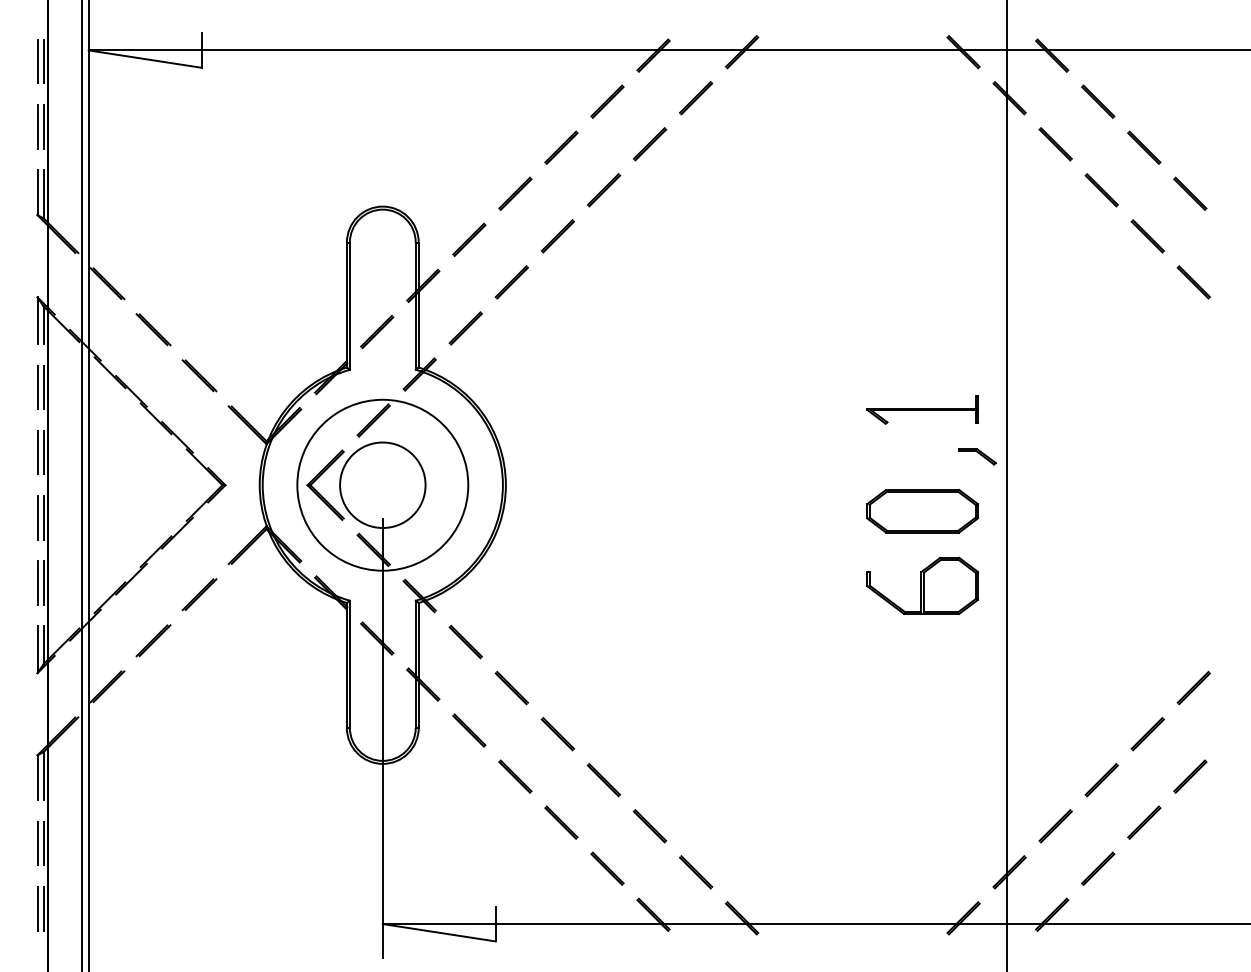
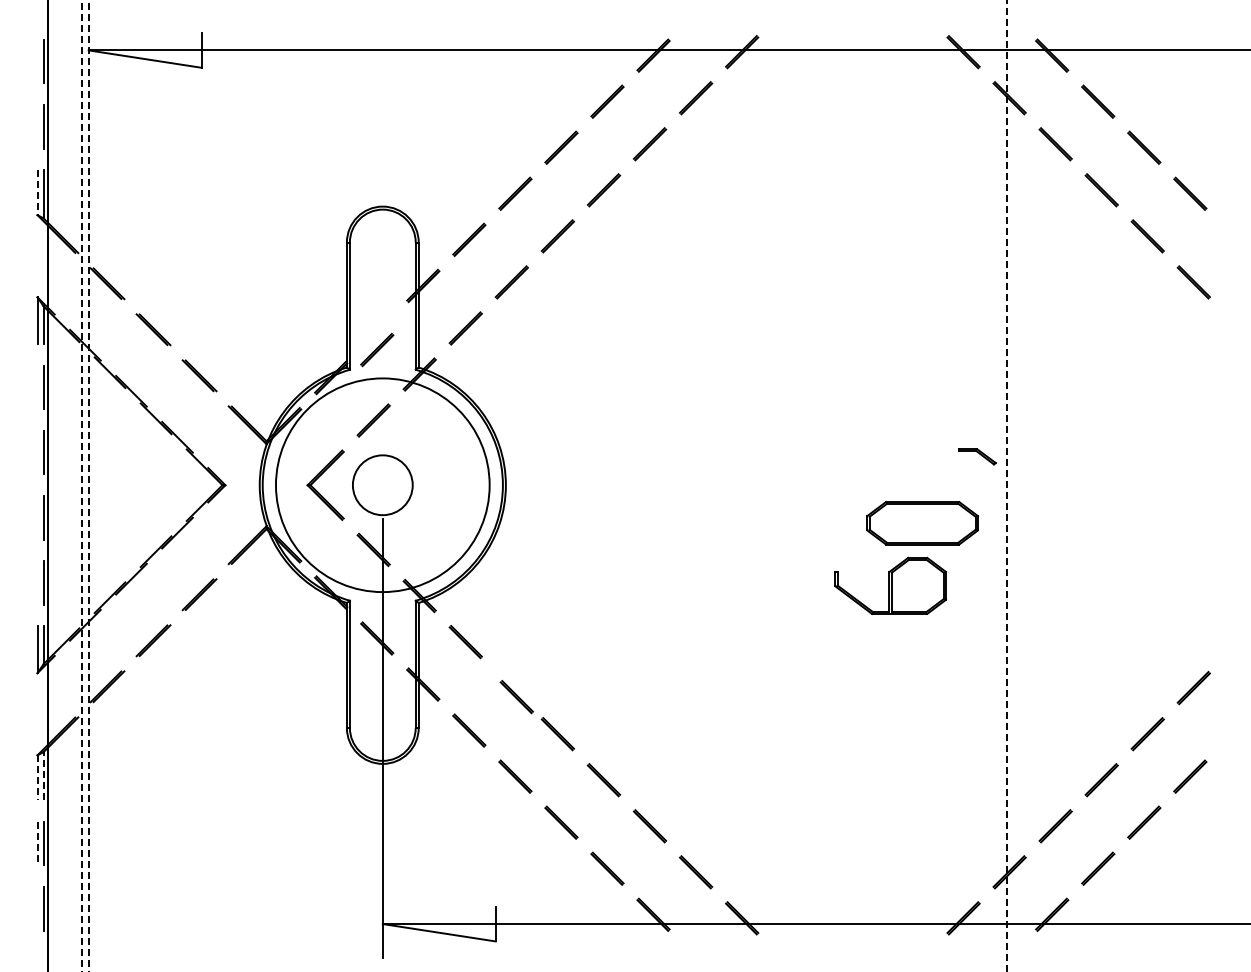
line at (37, 61): present -> none
line at (37, 126): present -> none
line at (37, 193): solid -> dashed
line at (377, 331) position: (377, 331) -> (377, 349)
line at (37, 387): present -> none
part at (922, 409): present -> none
line at (37, 452): present -> none
circle at (382, 484) diameter: 171 px -> 214 px
line at (81, 485): solid -> dashed
line at (88, 485): solid -> dashed
circle at (382, 485) diameter: 85 px -> 60 px
line at (1007, 486): solid -> dashed
part at (922, 511) position: (922, 511) -> (922, 523)
line at (37, 517): present -> none
line at (37, 582): present -> none
part at (922, 585) position: (922, 585) -> (890, 585)
line at (511, 688) position: (511, 688) -> (516, 697)
line at (43, 775): solid -> dashed
line at (37, 778): solid -> dashed
line at (37, 843): solid -> dashed
line at (37, 908): present -> none
